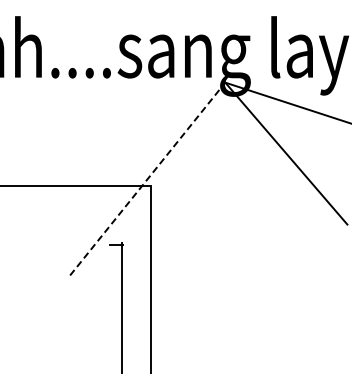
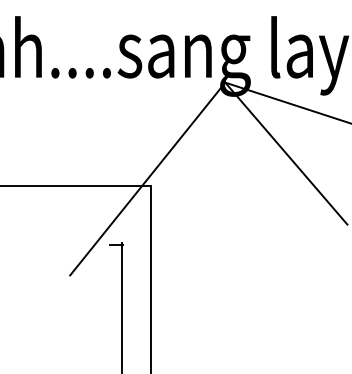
line at (147, 179): dashed -> solid
